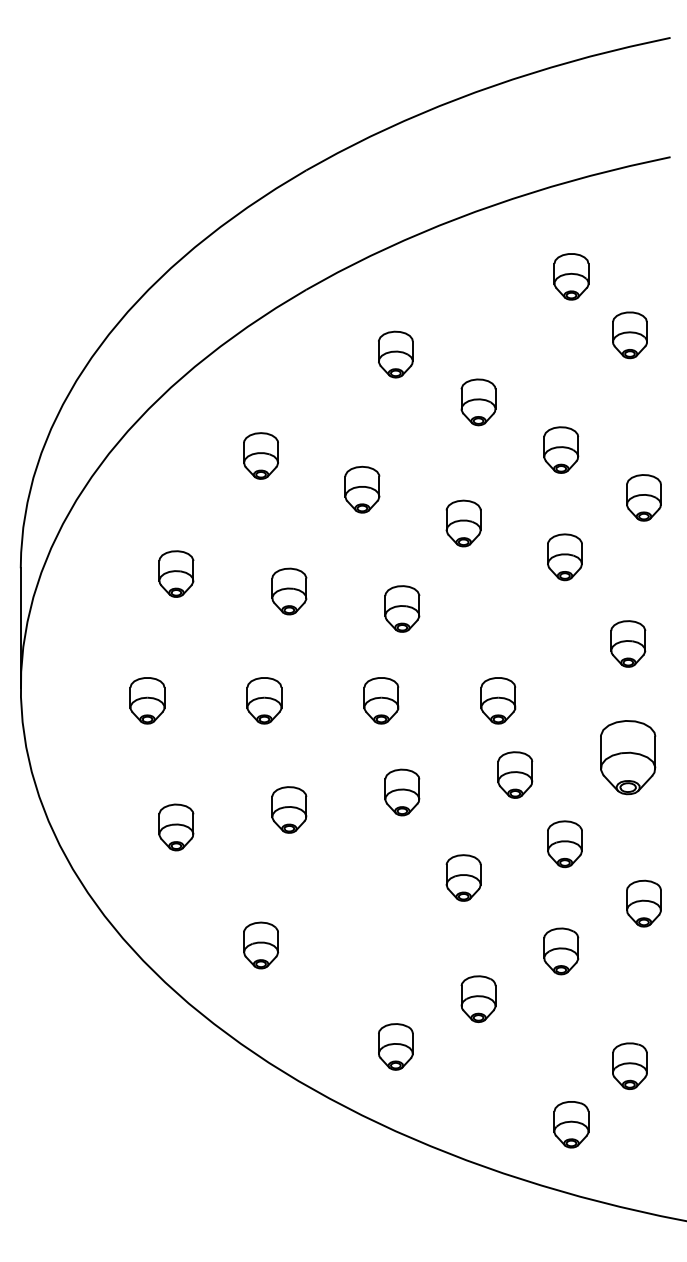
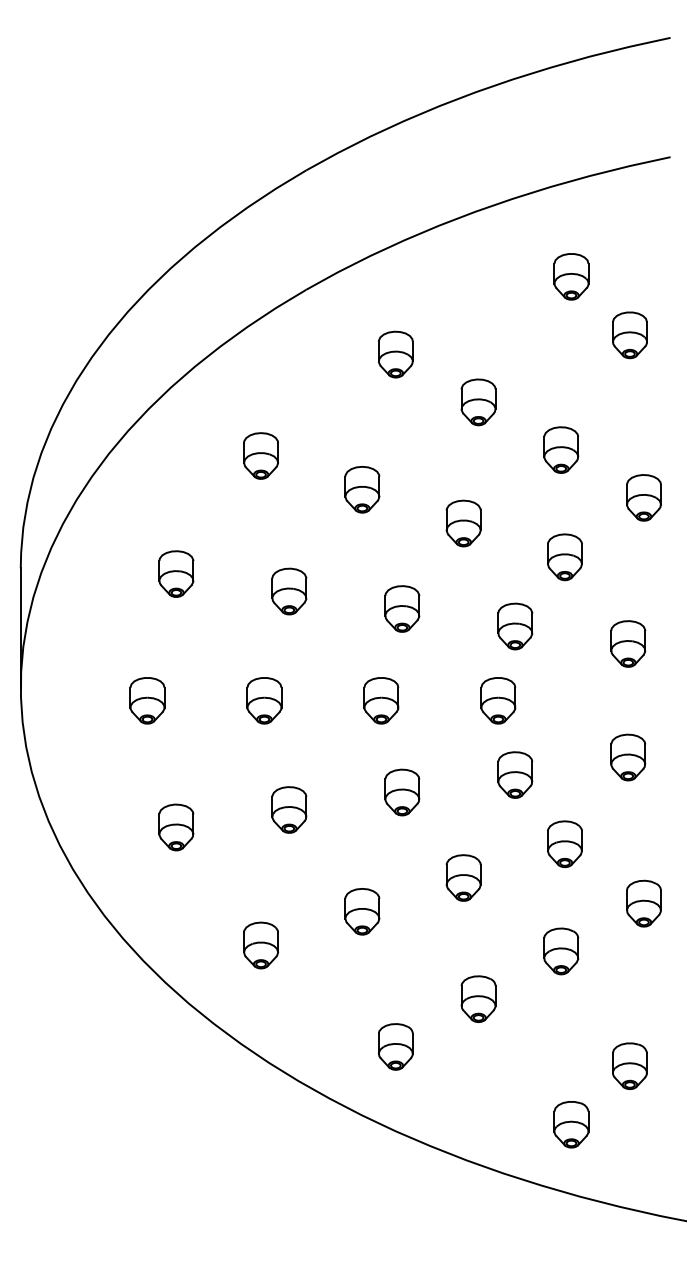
part at (515, 626): none -> present
part at (628, 757) size: 57x76 px -> 37x49 px
part at (362, 911): none -> present
